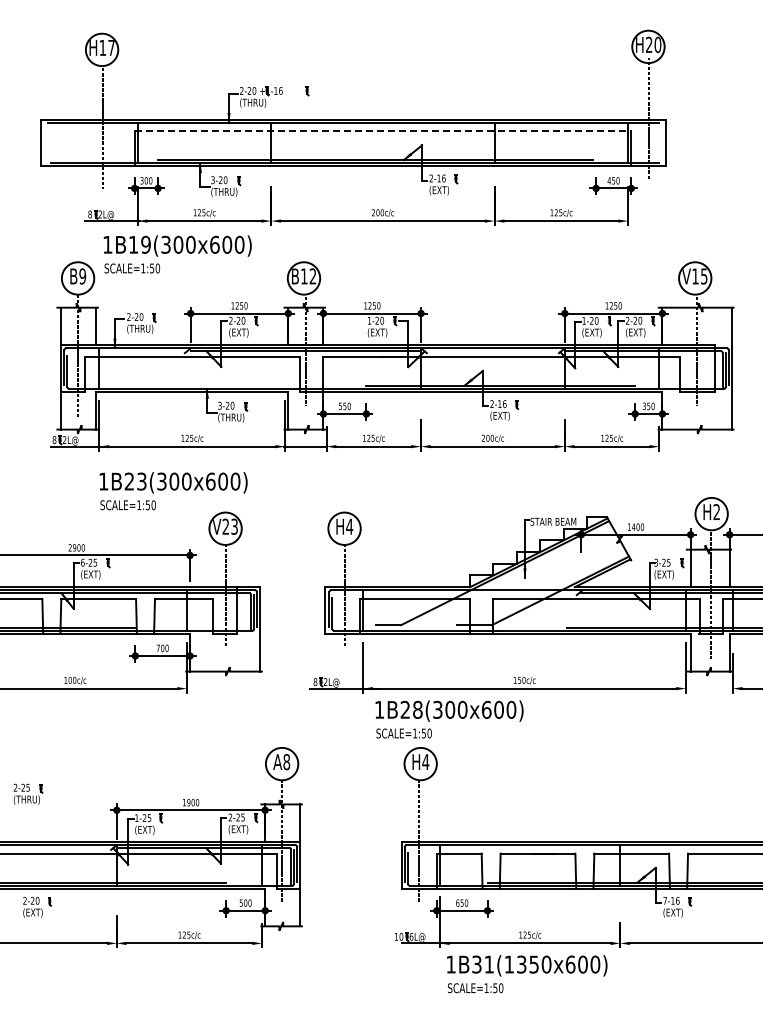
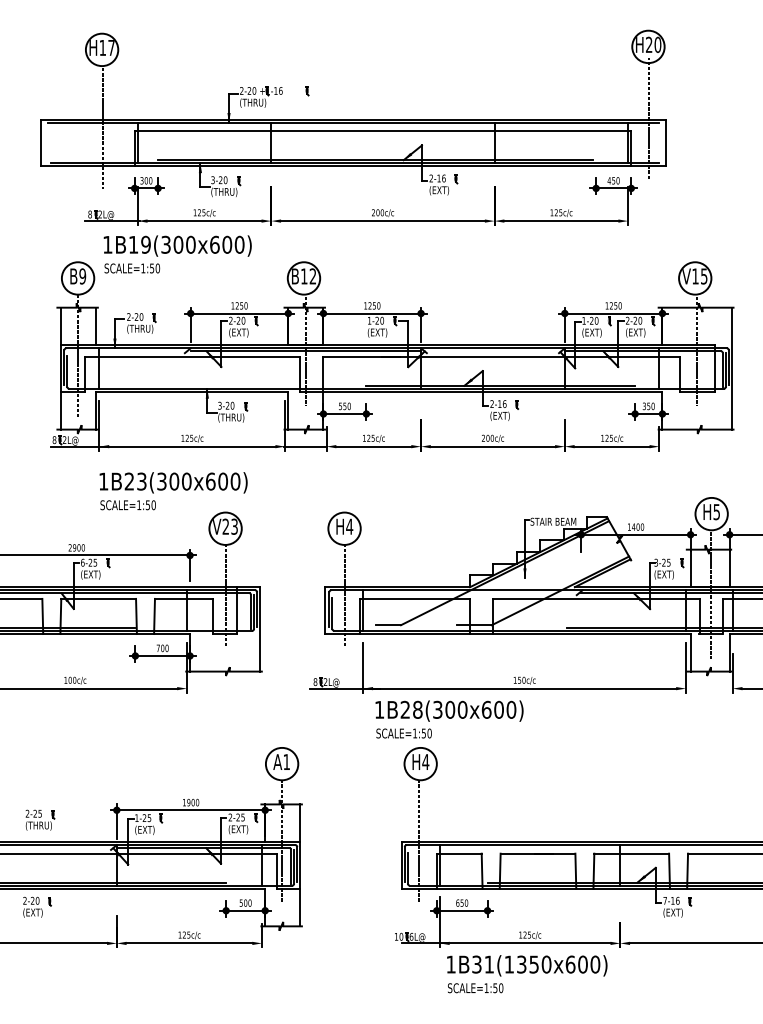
line at (383, 131): dashed -> solid
text at (716, 512): H2 -> H5
text at (286, 762): A8 -> A1
part at (28, 793) position: (28, 793) -> (40, 819)
